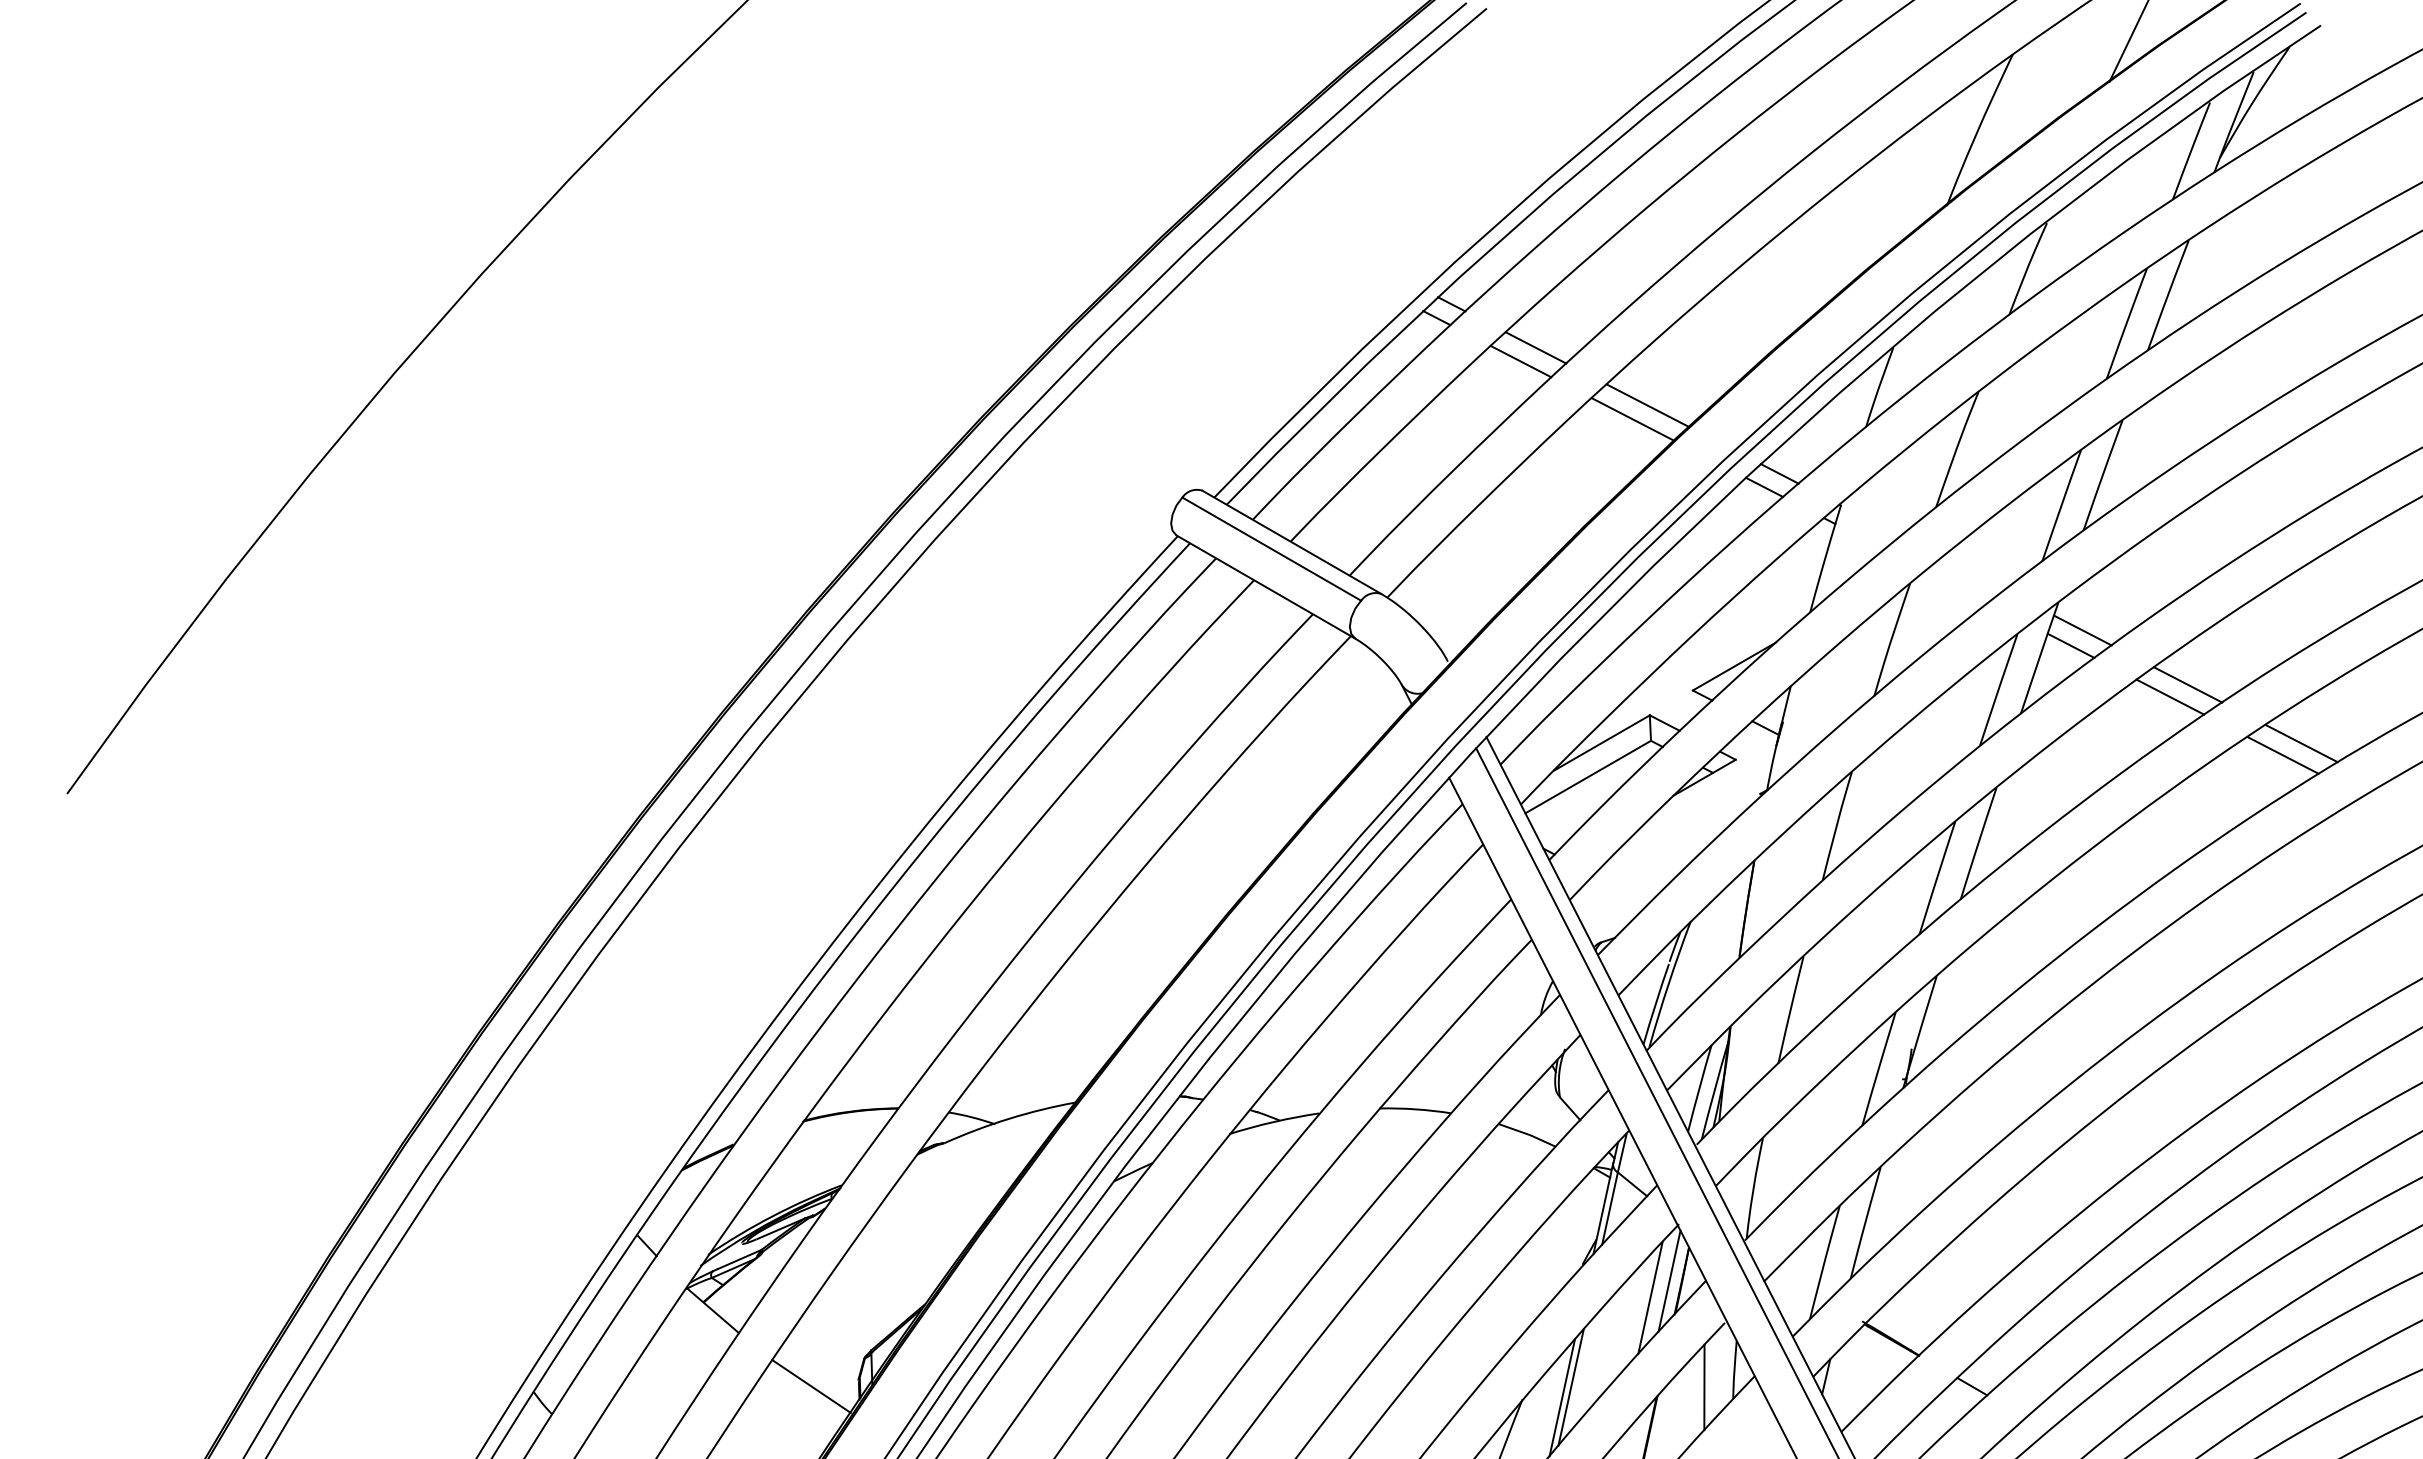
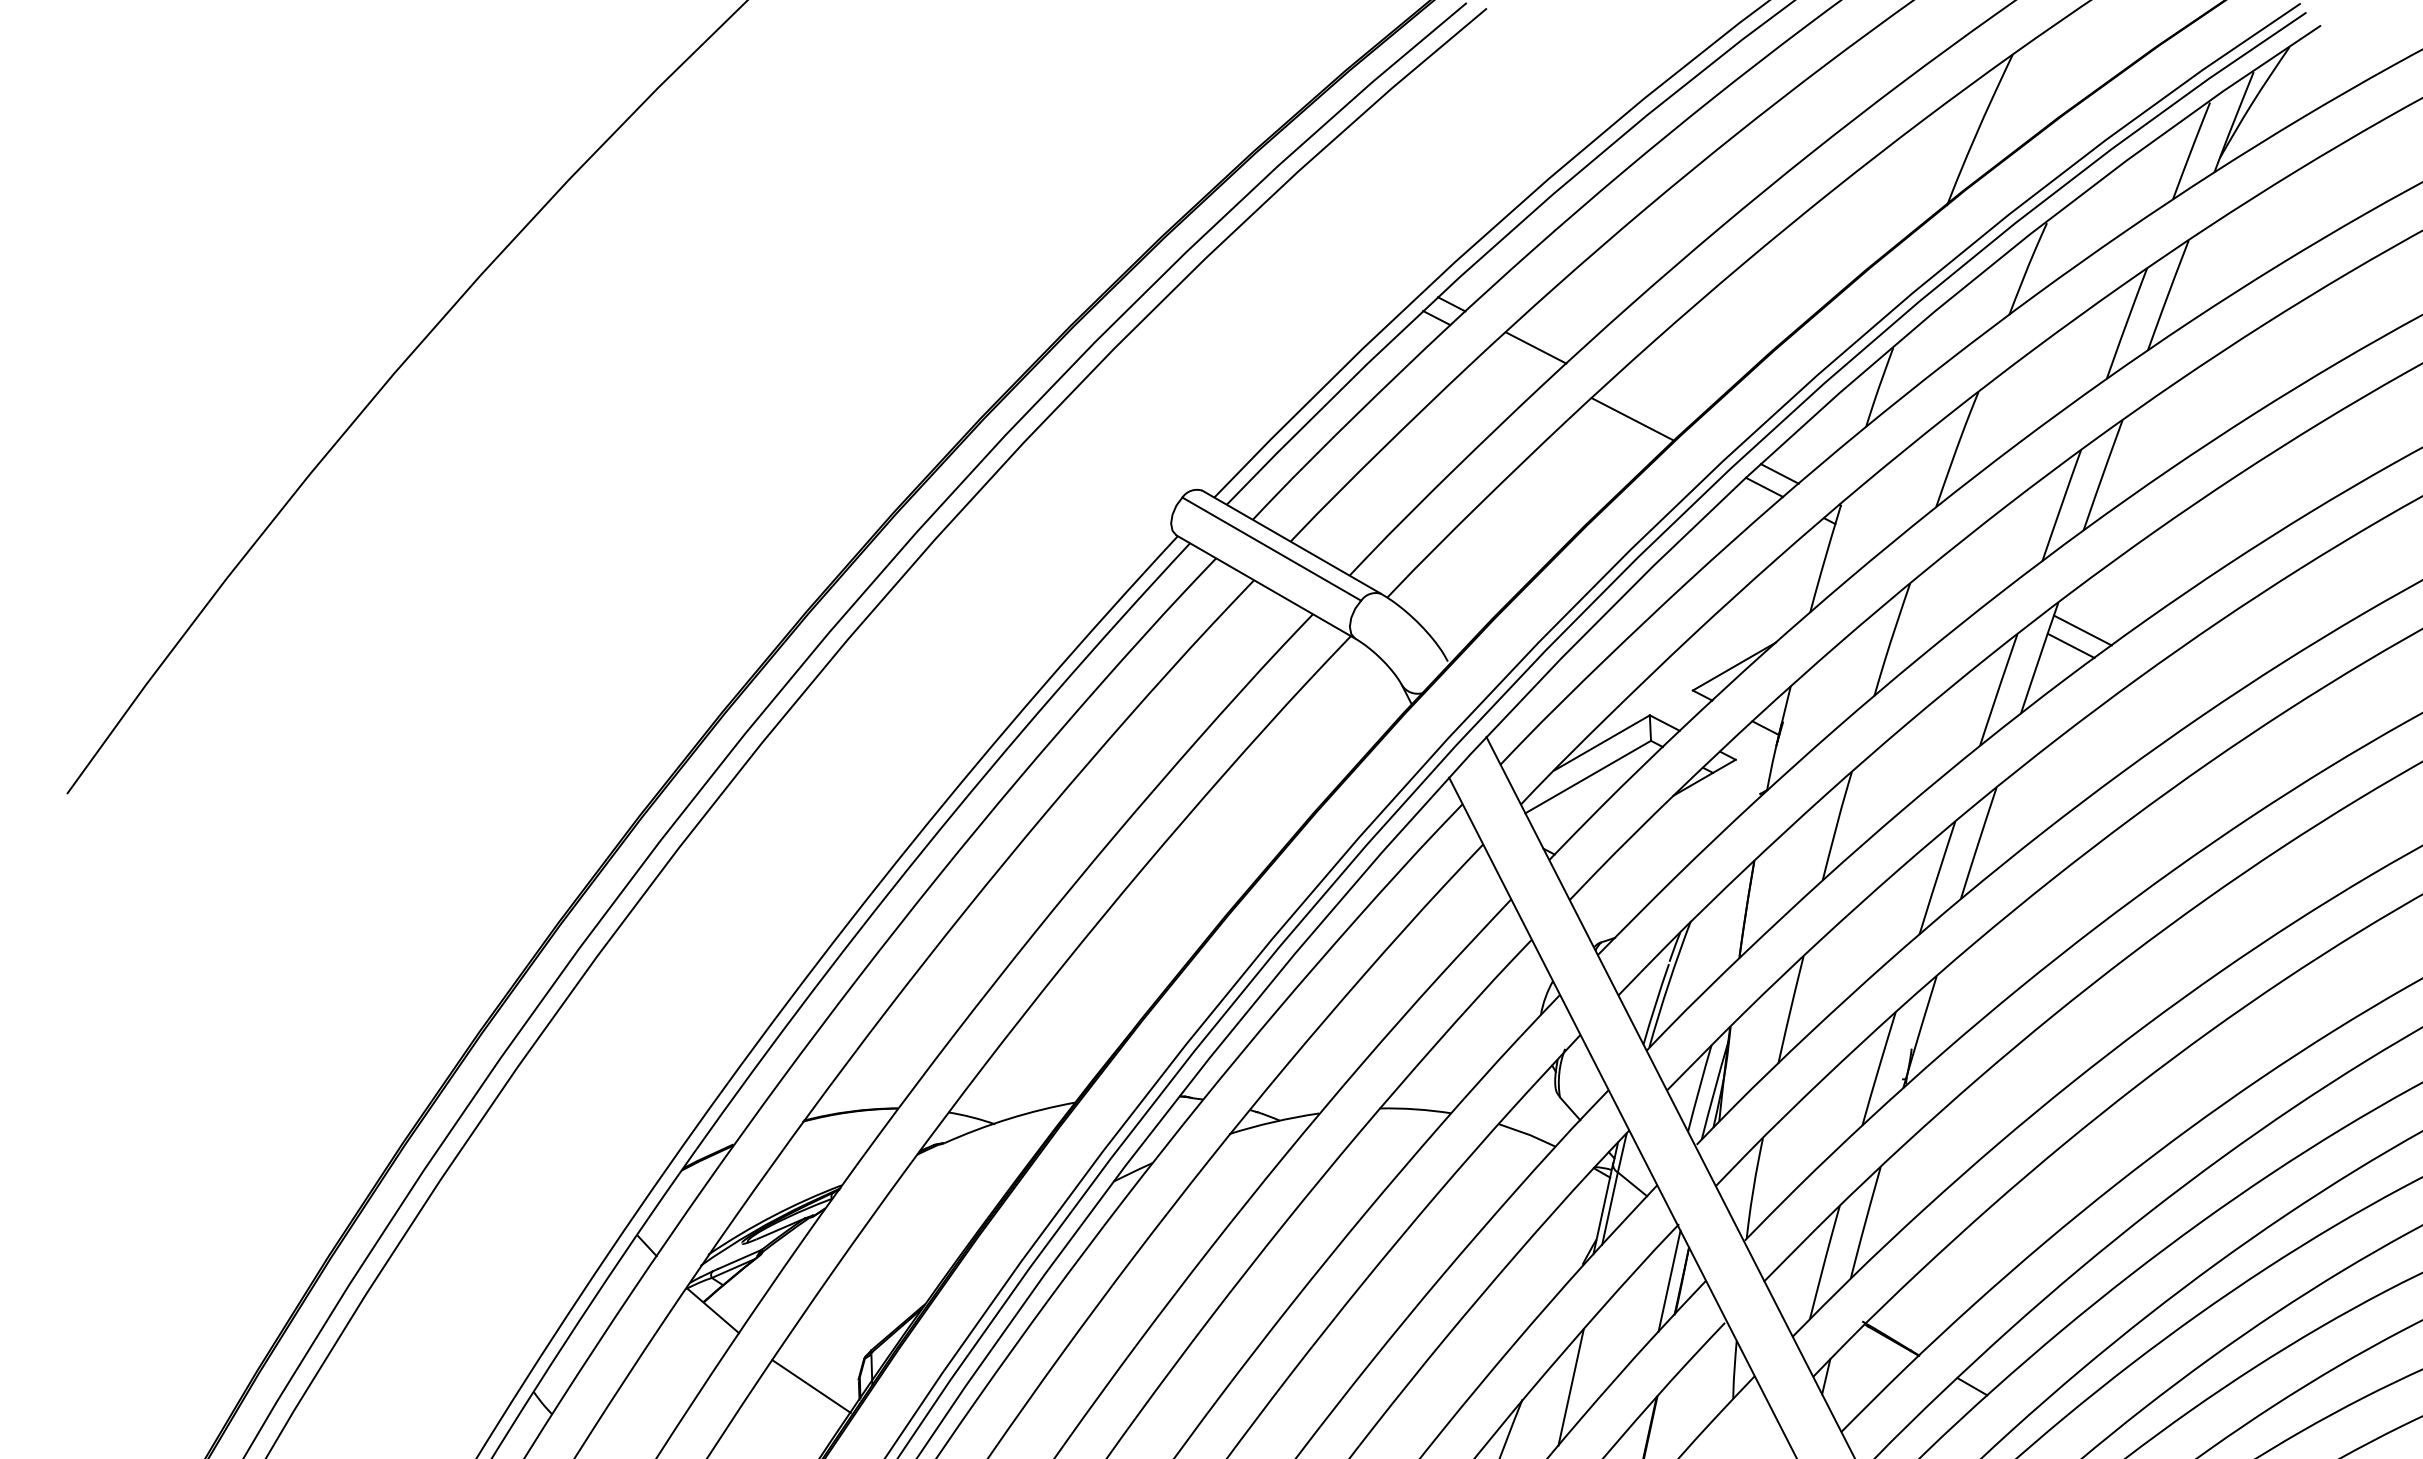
line at (2128, 41): present -> none
line at (1520, 361): present -> none
line at (1647, 405): present -> none
line at (2188, 684): present -> none
line at (2170, 696): present -> none
line at (2301, 743): present -> none
line at (2282, 755): present -> none
line at (1656, 1101): present -> none
line at (1650, 1297): present -> none
line at (1704, 1387): present -> none
line at (1561, 1397): present -> none
